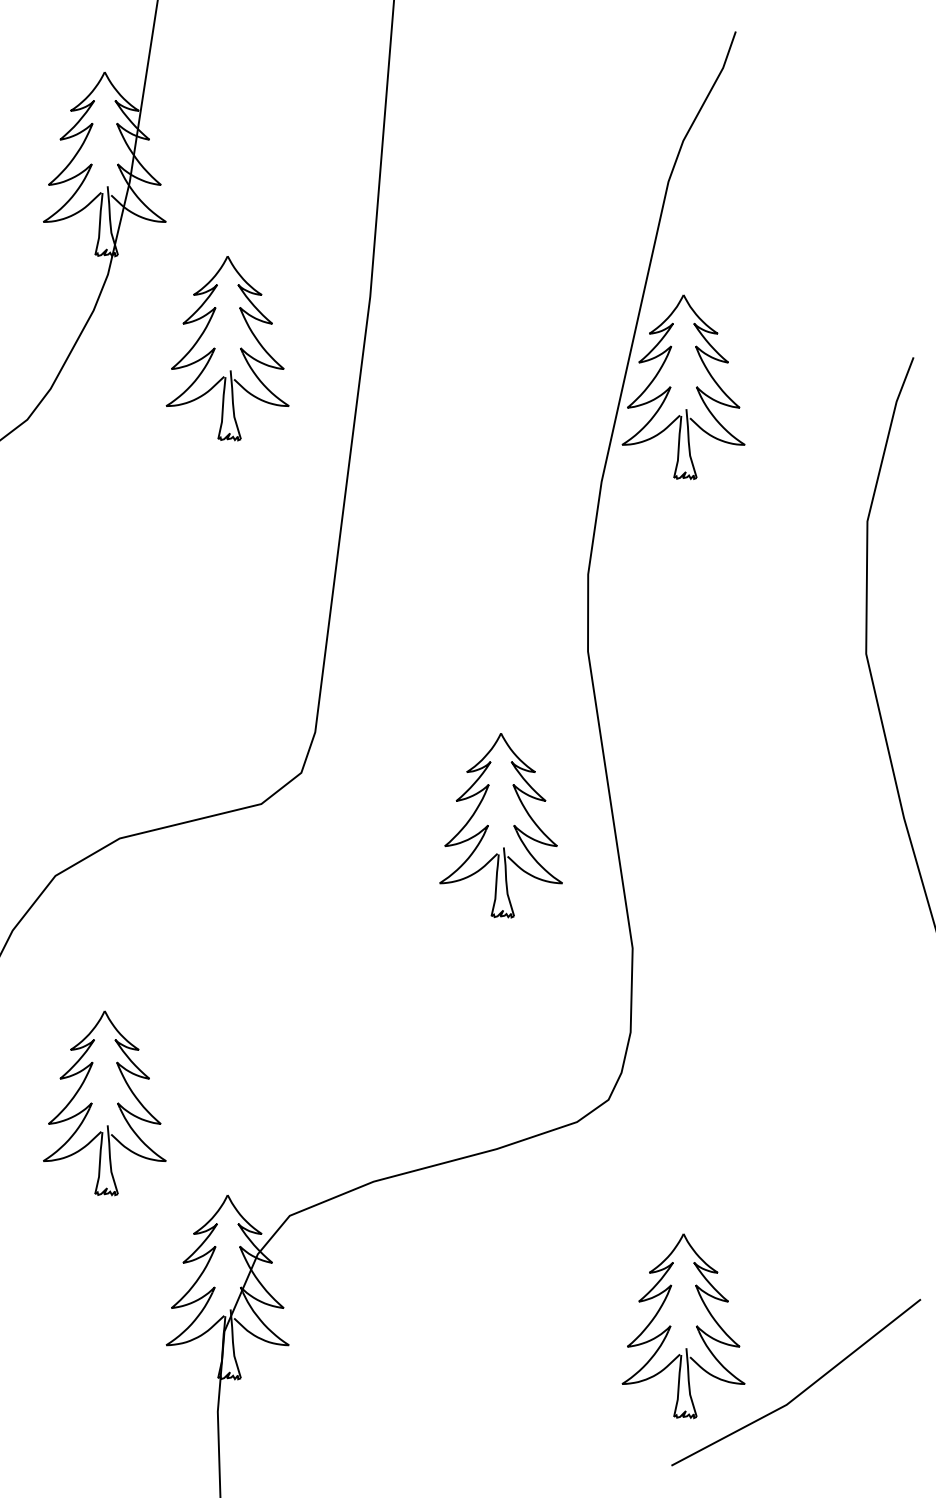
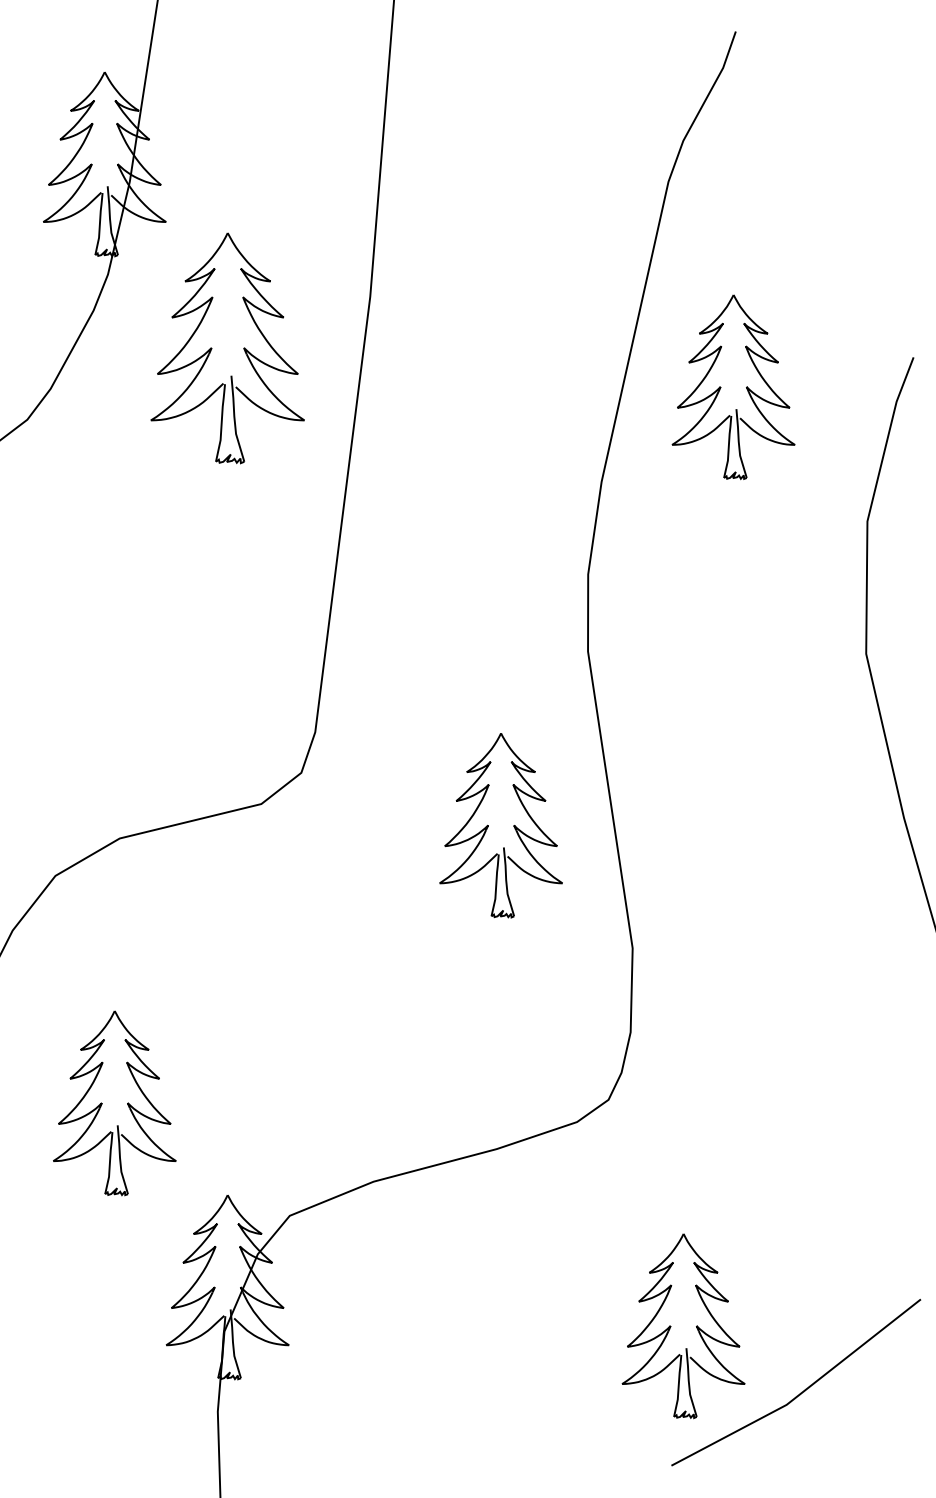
part at (227, 348) size: 125x186 px -> 155x233 px
part at (683, 387) position: (683, 387) -> (733, 387)
part at (92, 1103) position: (92, 1103) -> (102, 1103)
